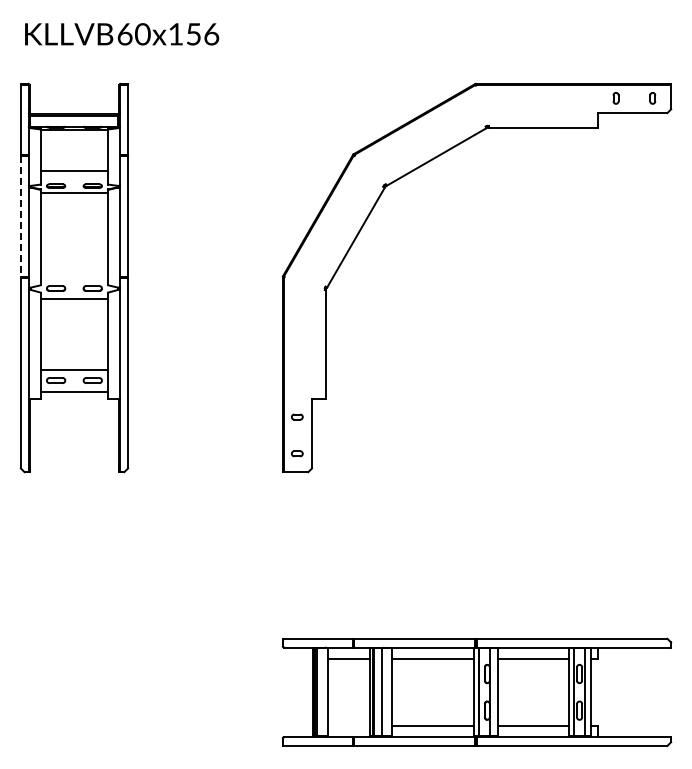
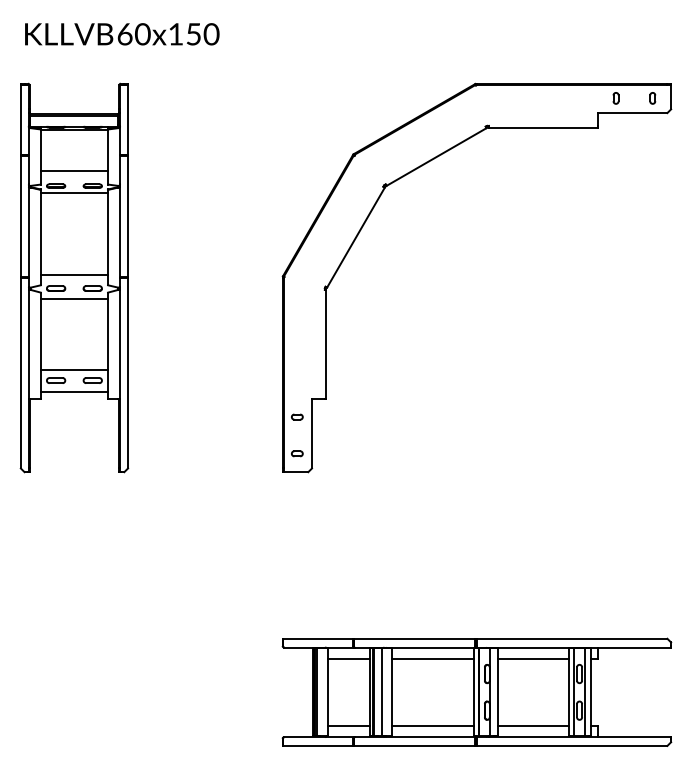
text at (211, 33): 60x156 -> 60x150
line at (20, 216): dashed -> solid
line at (74, 275): none -> present
line at (349, 725): none -> present
